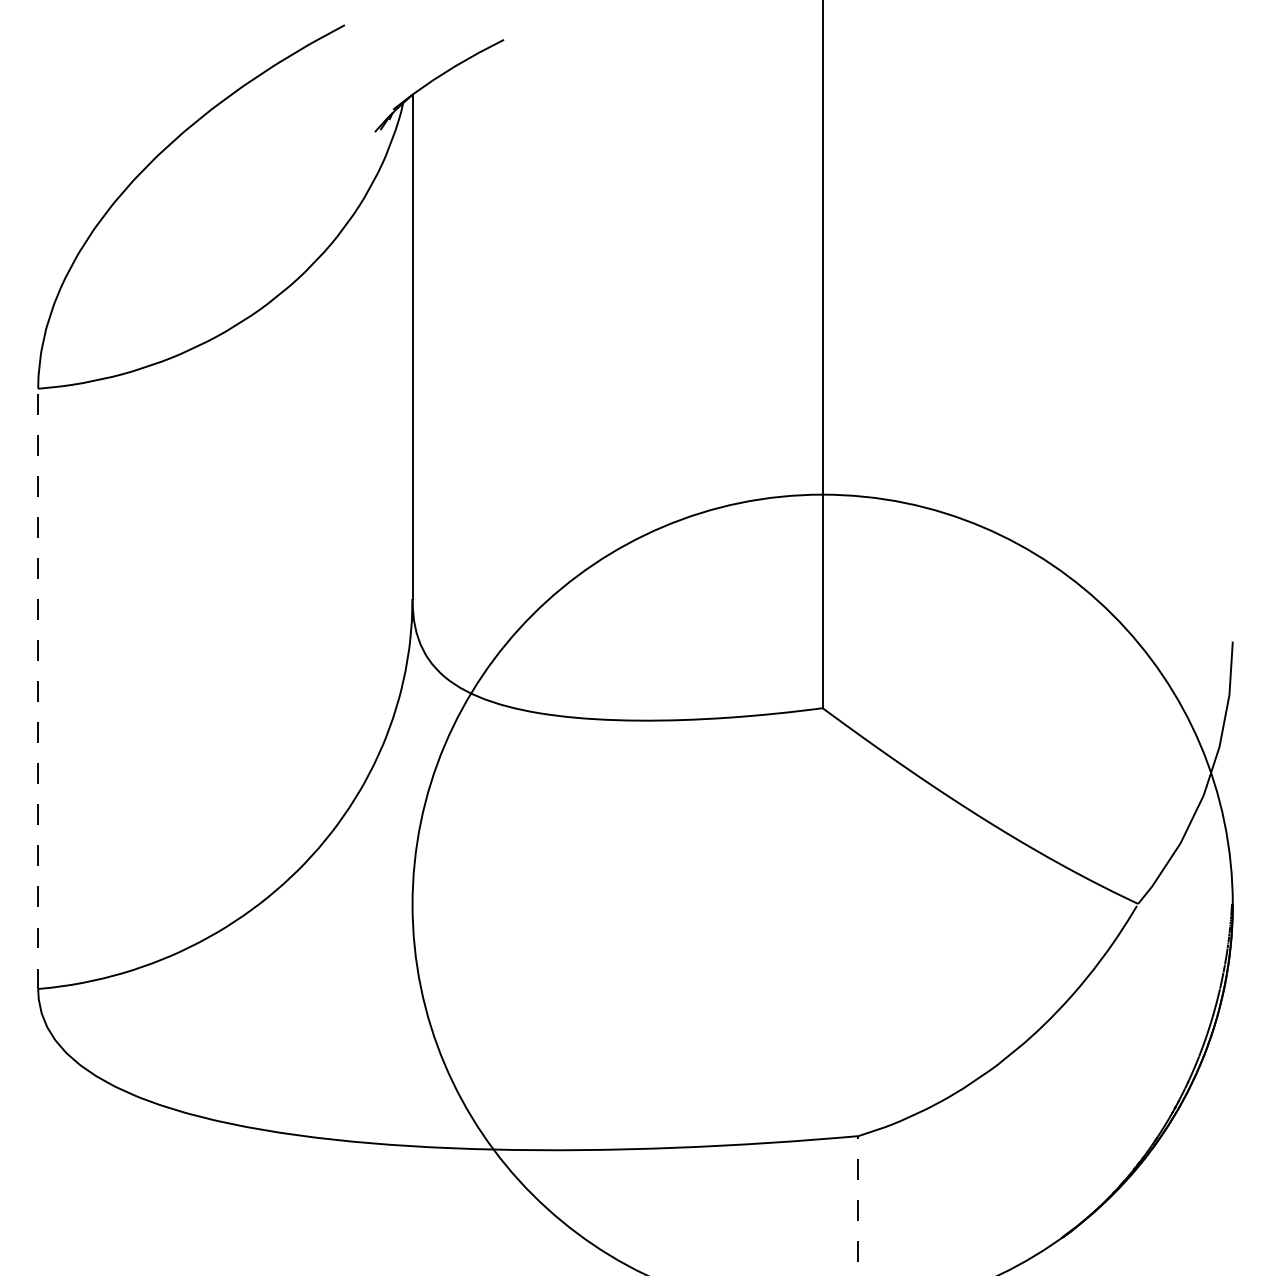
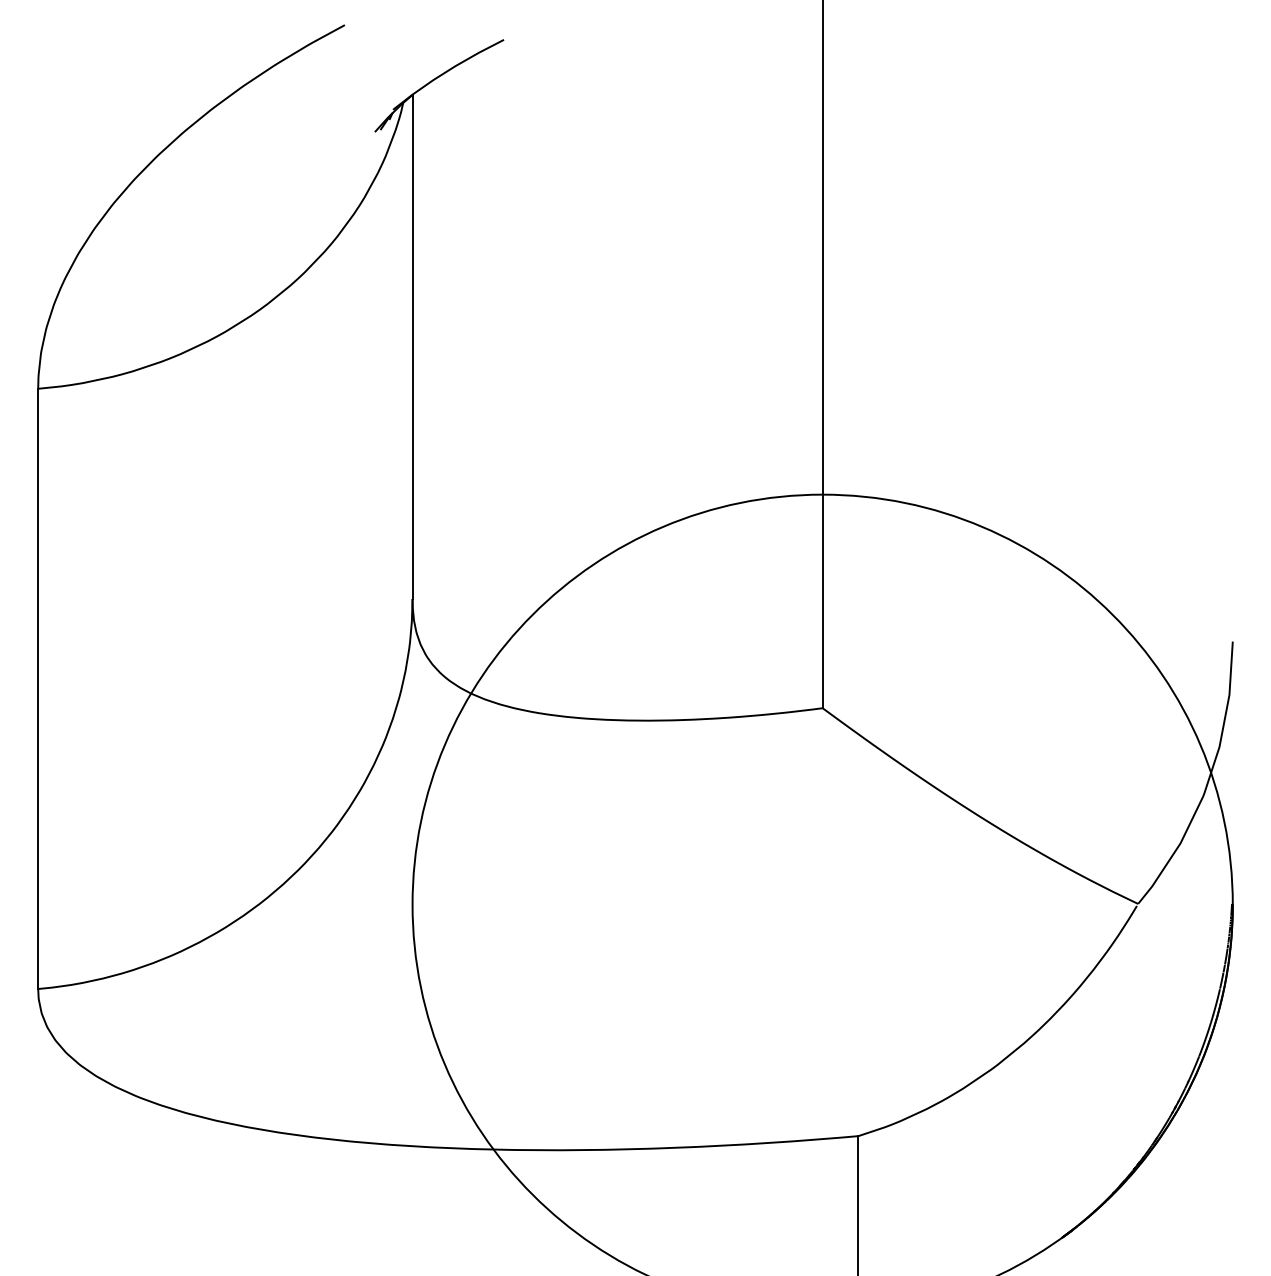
line at (38, 688): dashed -> solid
line at (858, 1205): dashed -> solid
